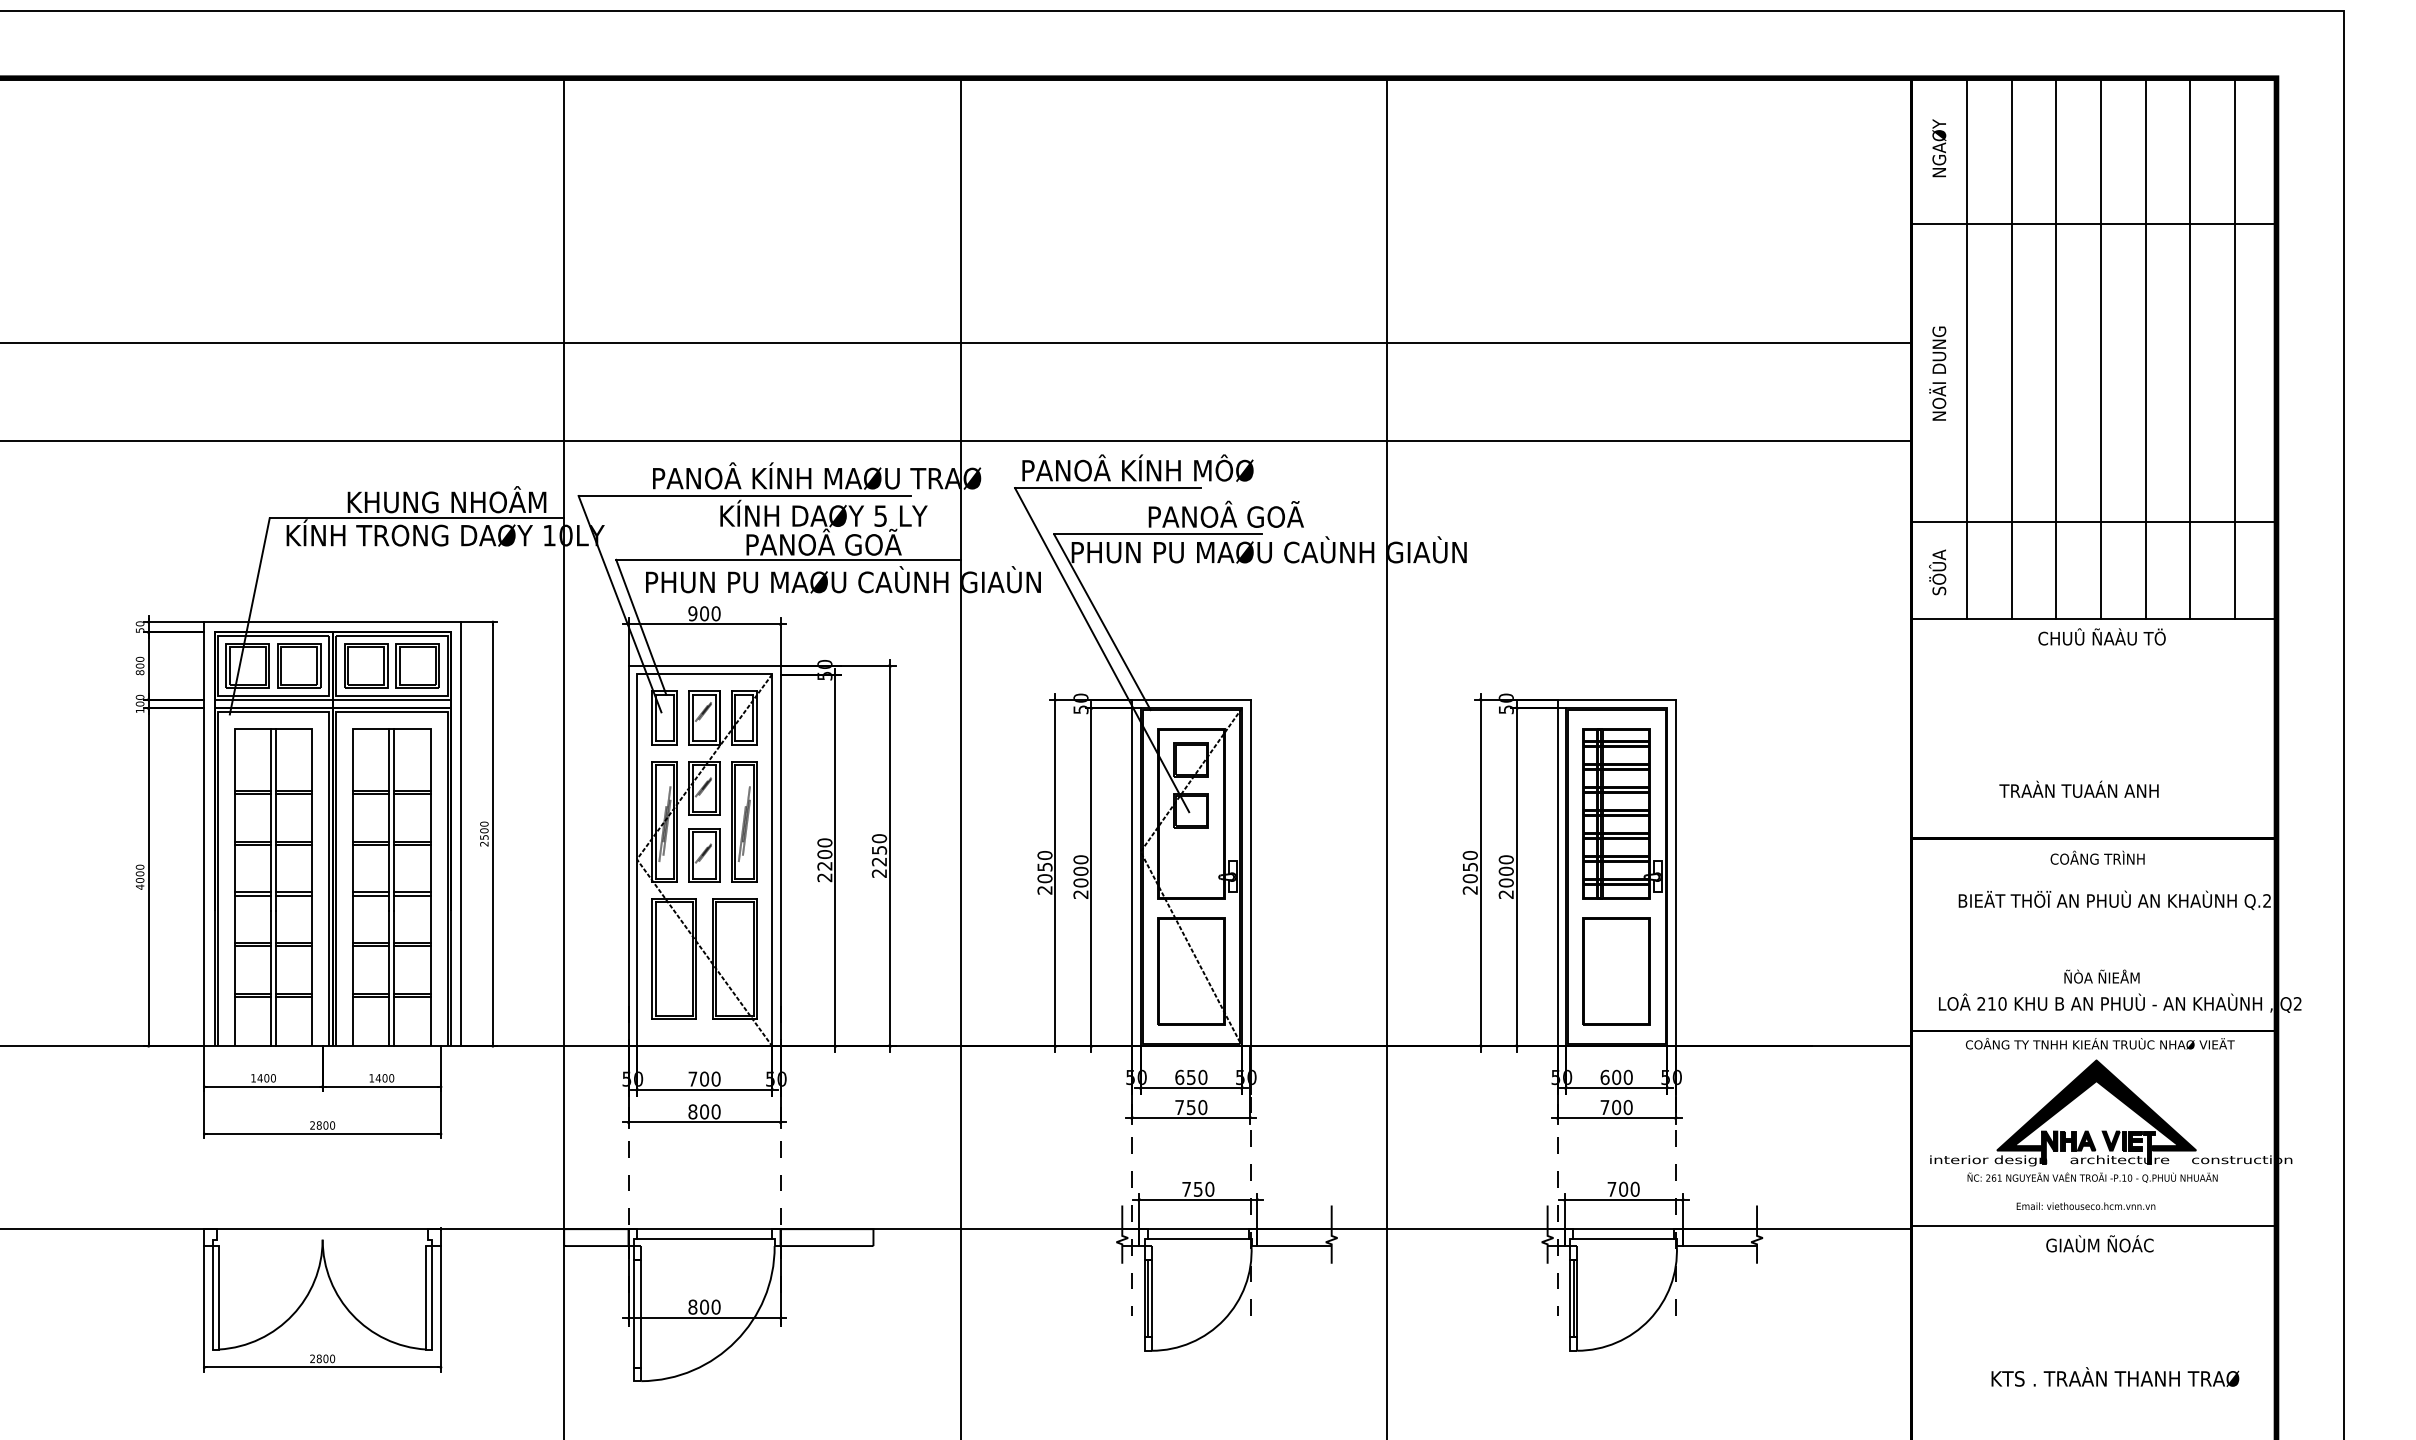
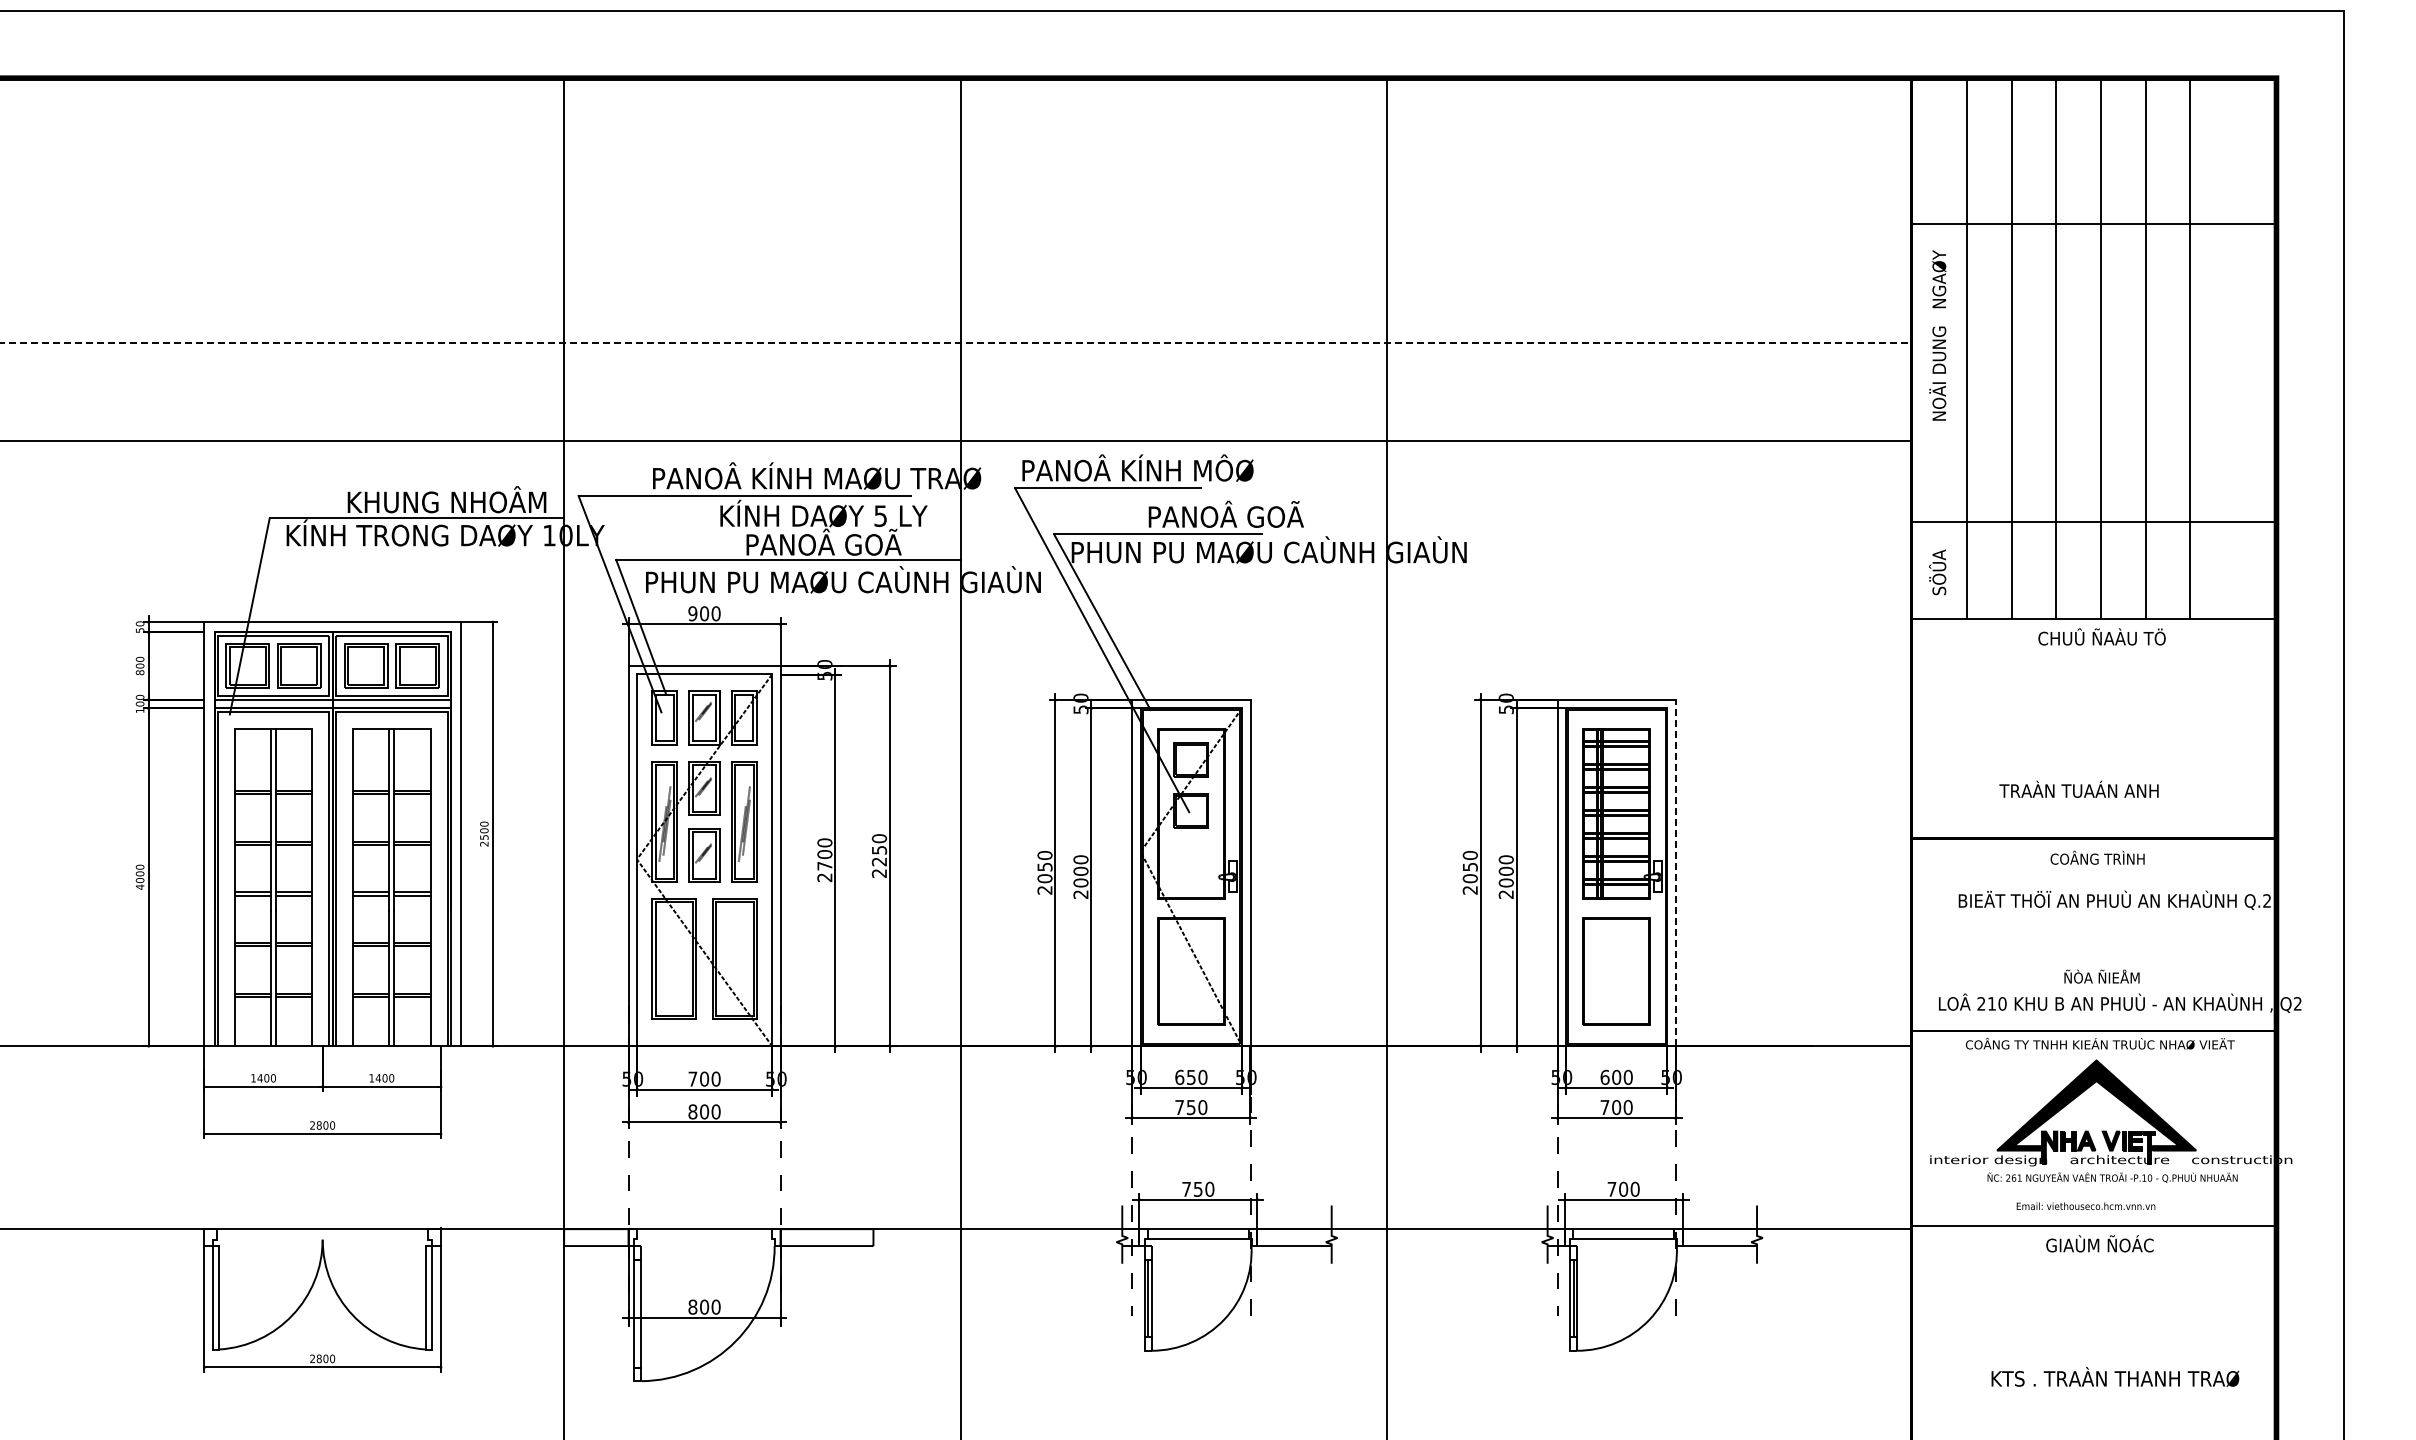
text at (1939, 148) position: (1939, 148) -> (1939, 279)
line at (956, 343): solid -> dashed
line at (2234, 348): present -> none
text at (824, 866): 2200 -> 2700
line at (1675, 872): solid -> dashed
text at (2092, 1177) position: (2092, 1177) -> (2112, 1177)
line at (704, 1239): present -> none
